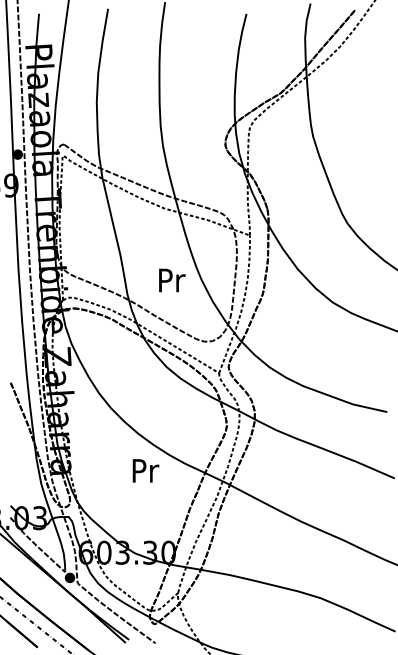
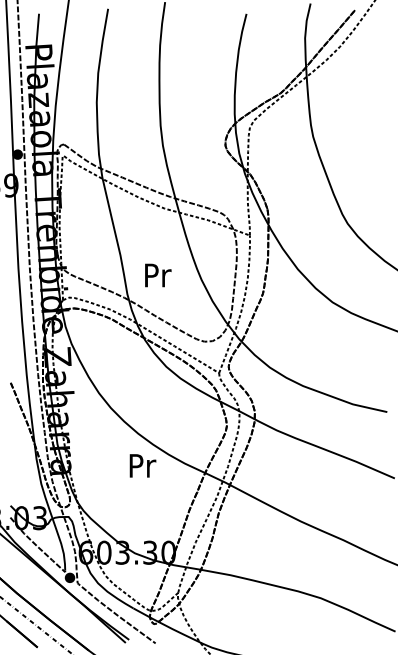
text at (172, 280) position: (172, 280) -> (158, 275)
text at (145, 470) position: (145, 470) -> (142, 465)
